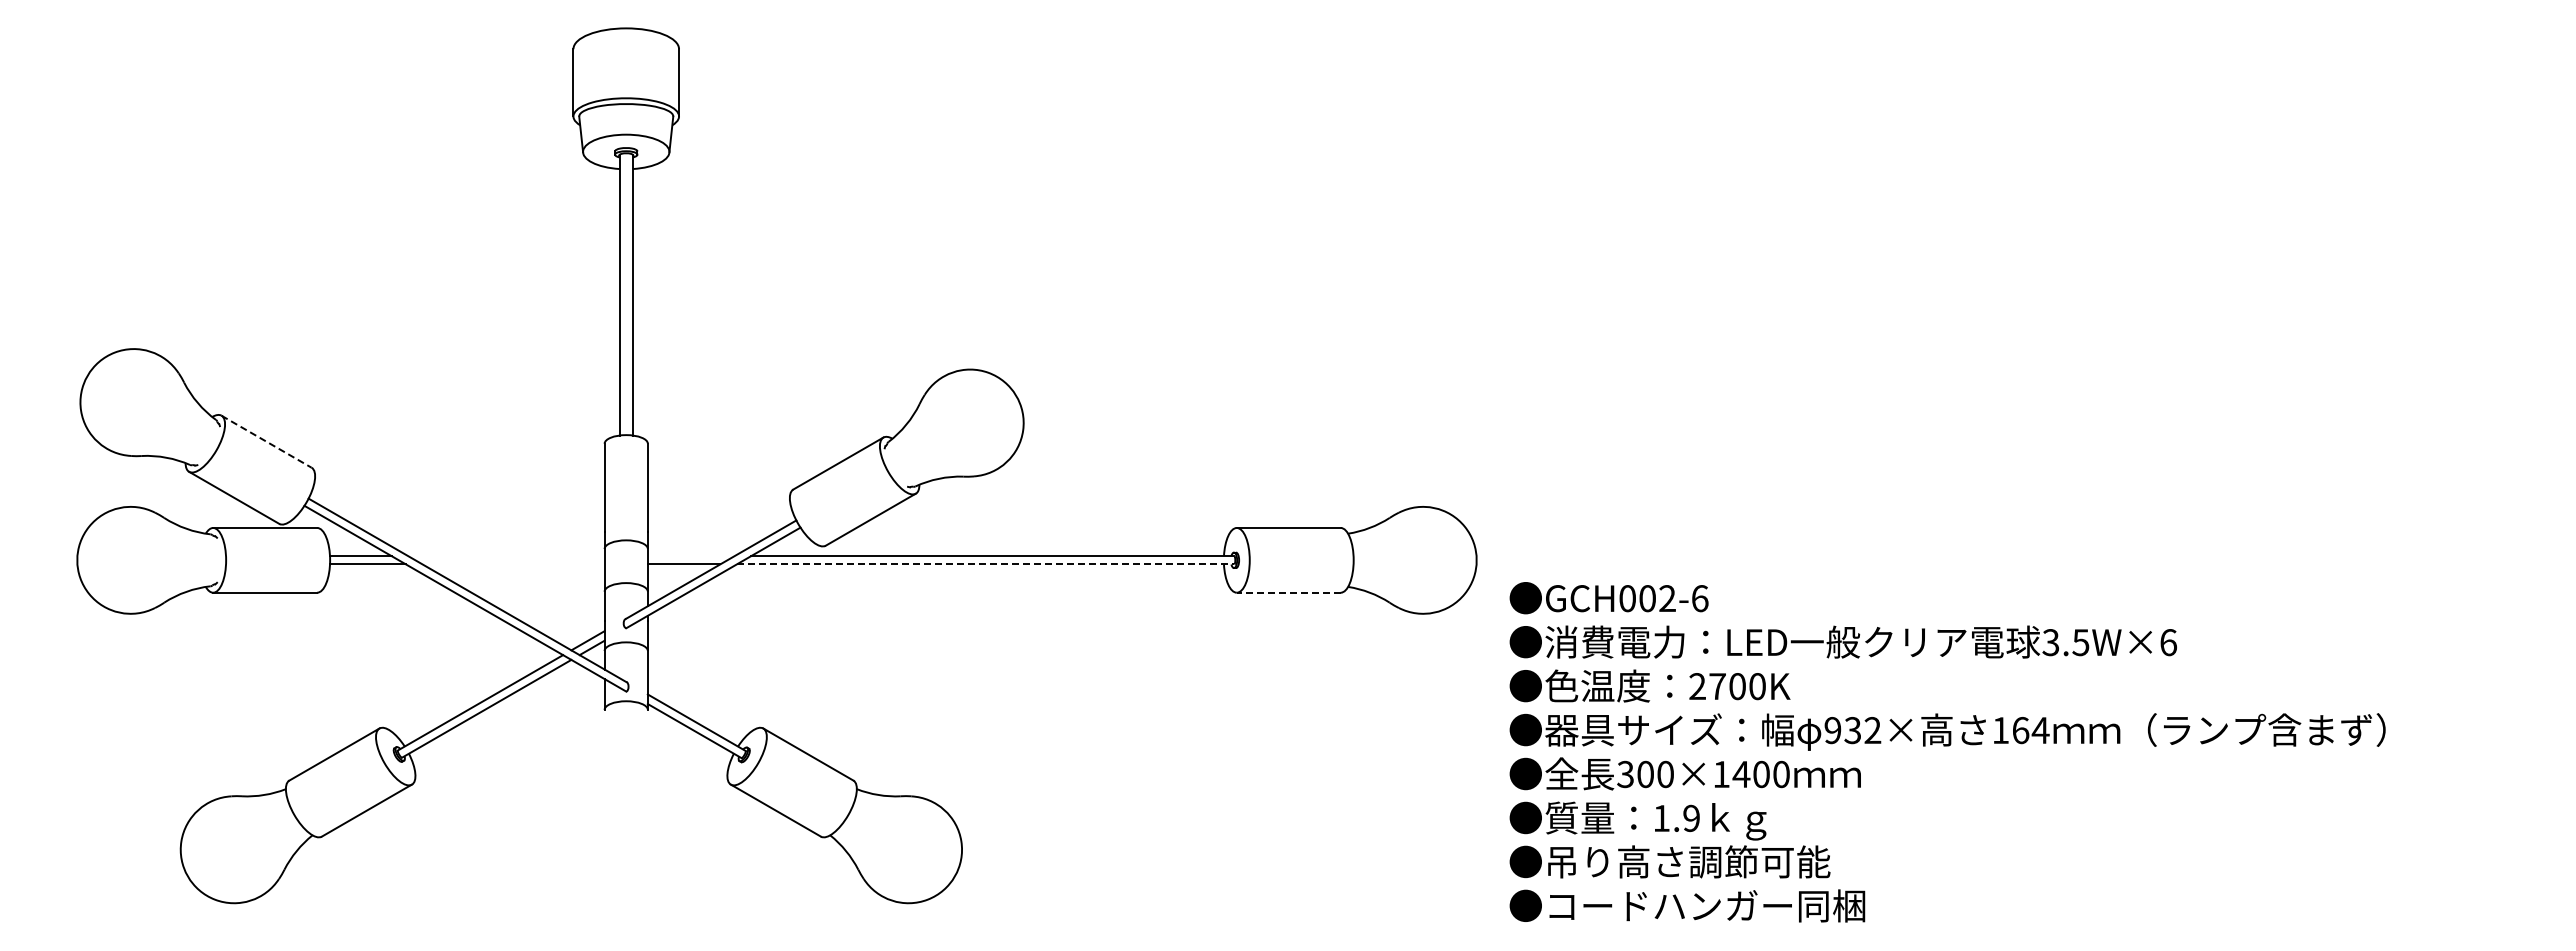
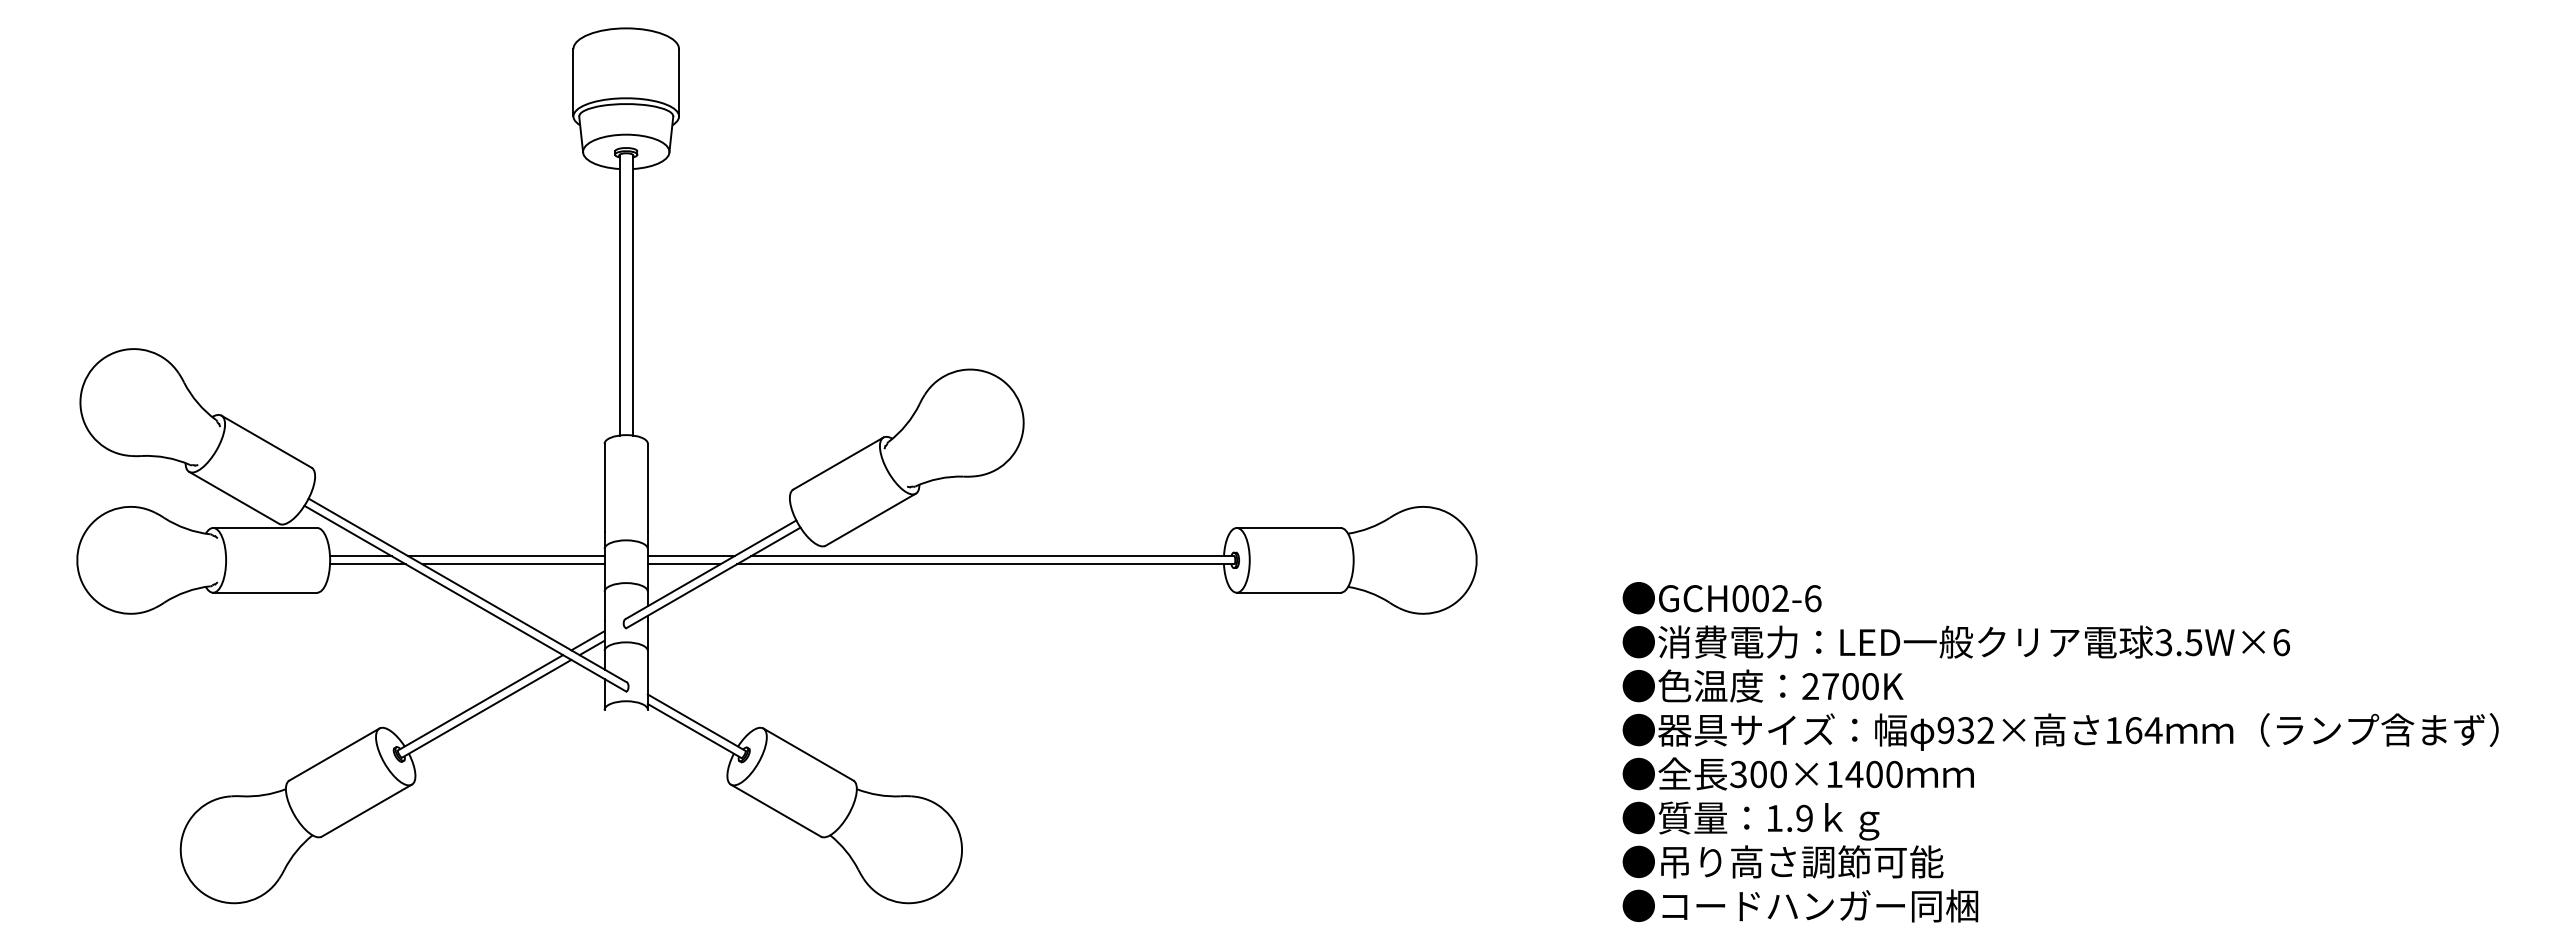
line at (266, 441): dashed -> solid
line at (506, 556): none -> present
line at (690, 556): none -> present
line at (513, 564): none -> present
line at (985, 564): dashed -> solid
line at (1288, 592): dashed -> solid
text at (1947, 752) position: (1947, 752) -> (2060, 752)
